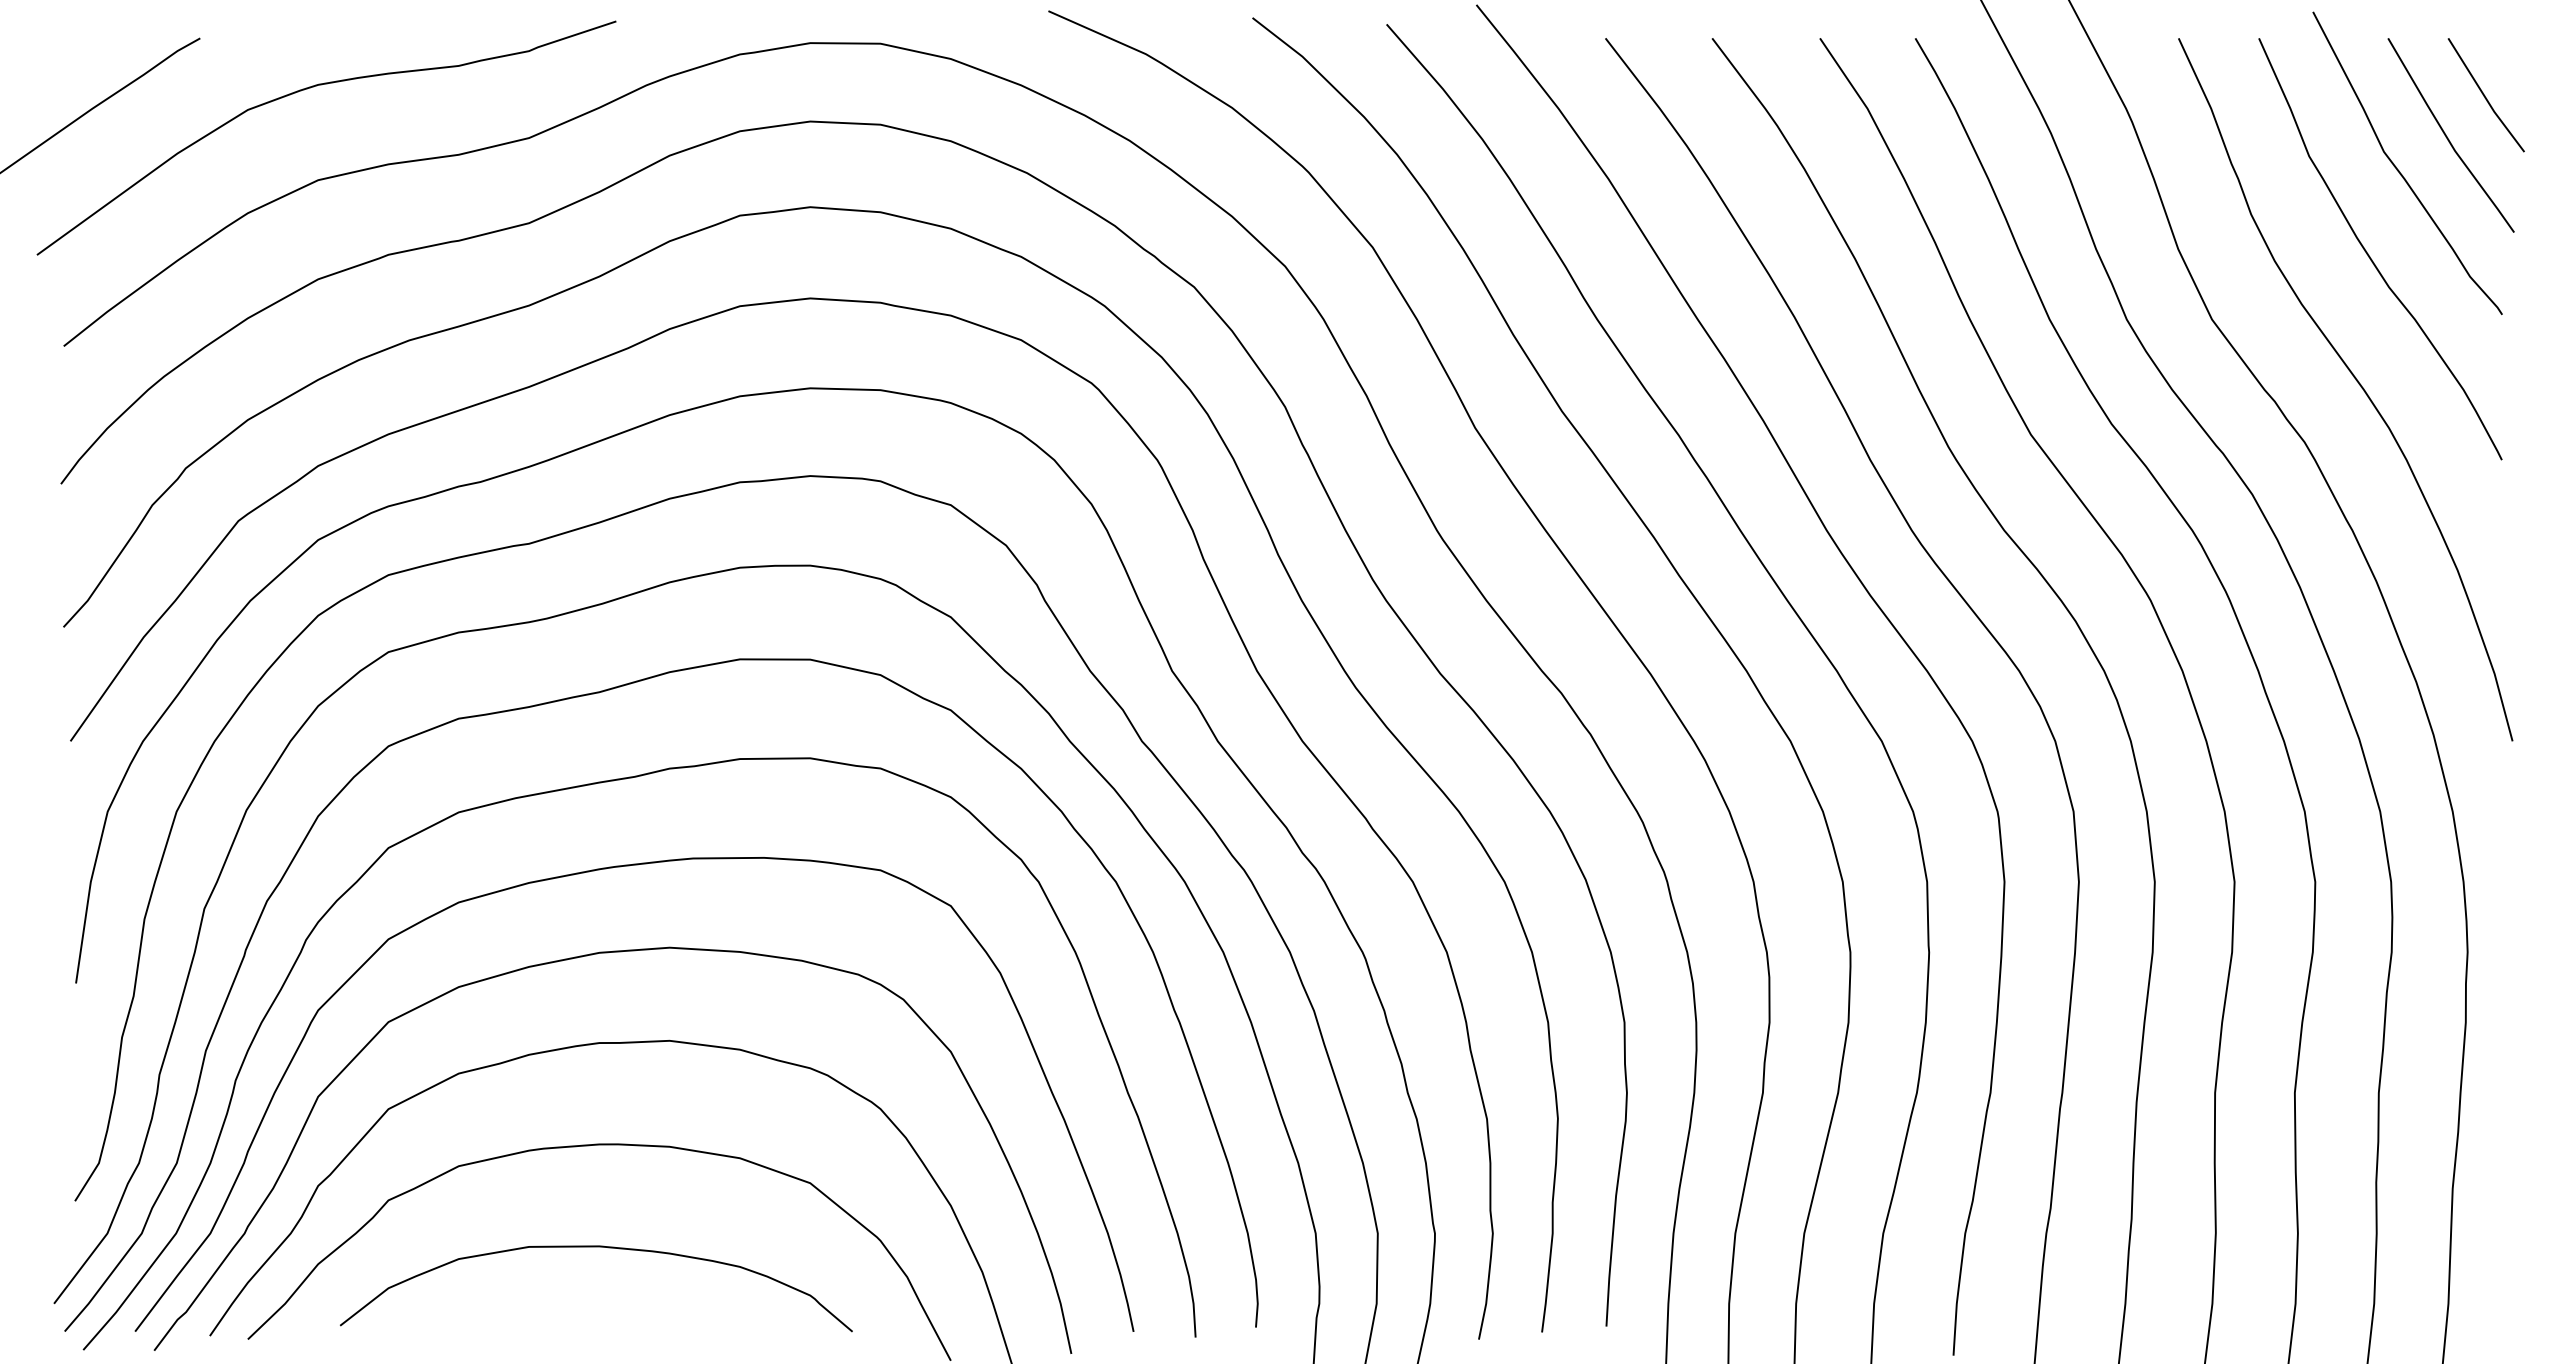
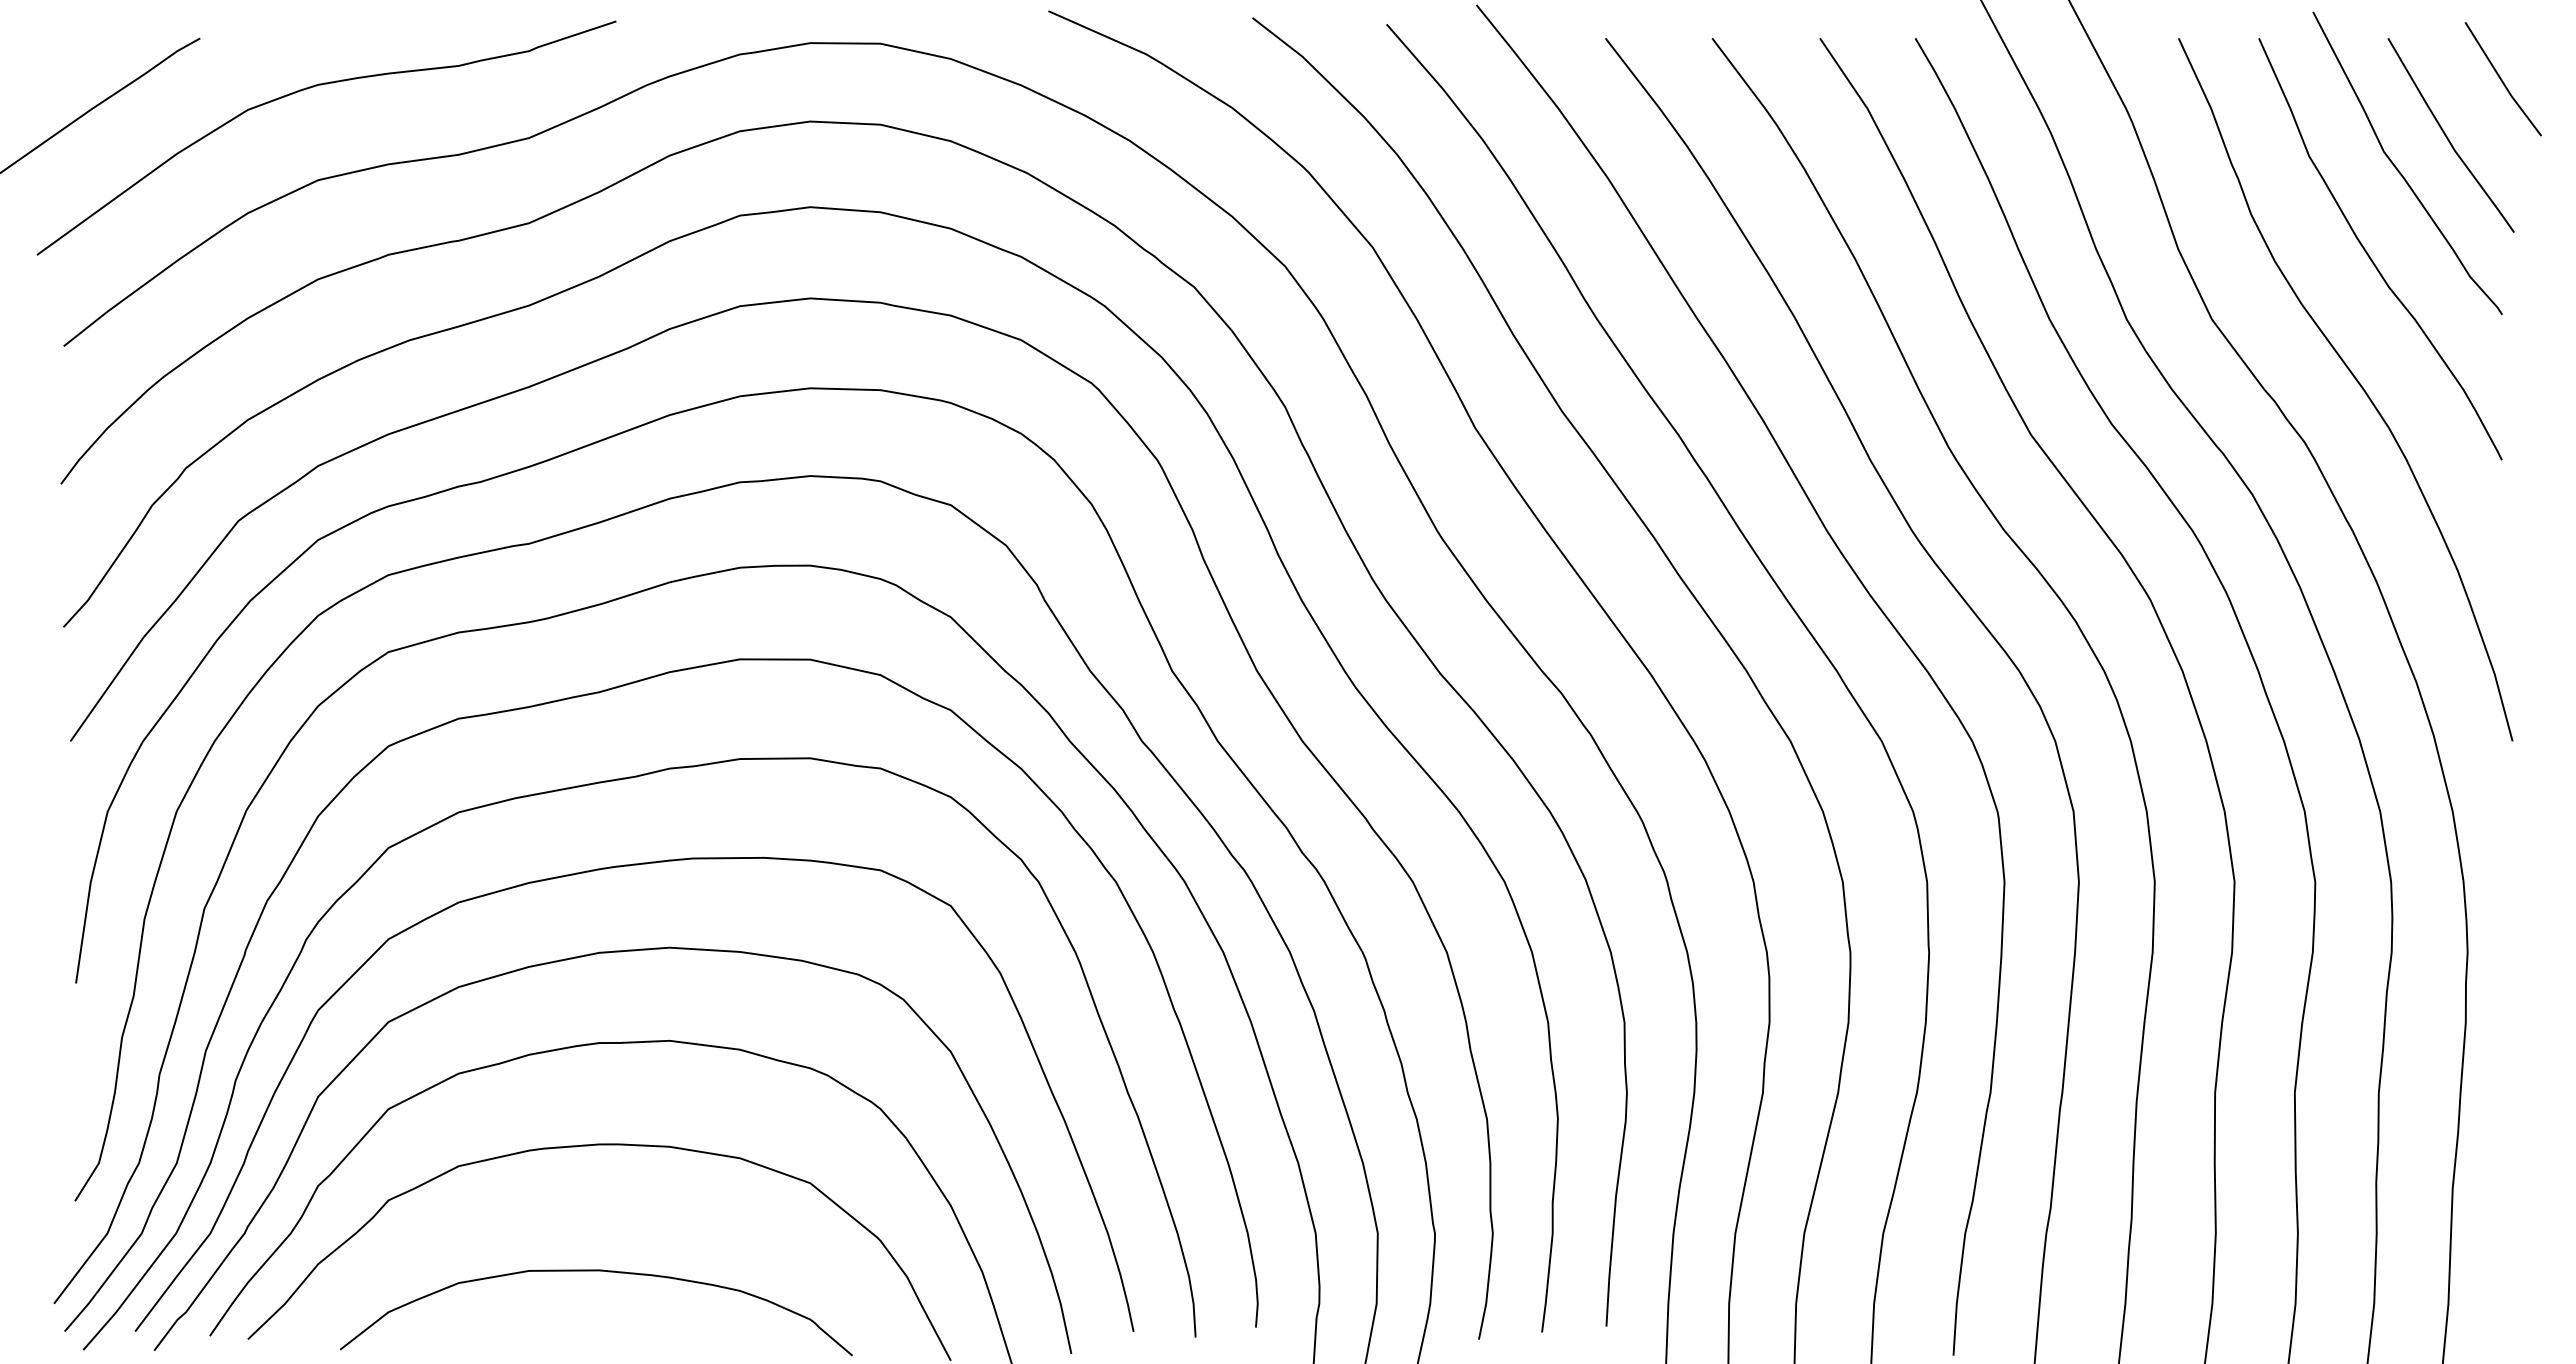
line at (2485, 95) position: (2485, 95) -> (2502, 79)
curve at (596, 1247) position: (596, 1247) -> (596, 1271)
